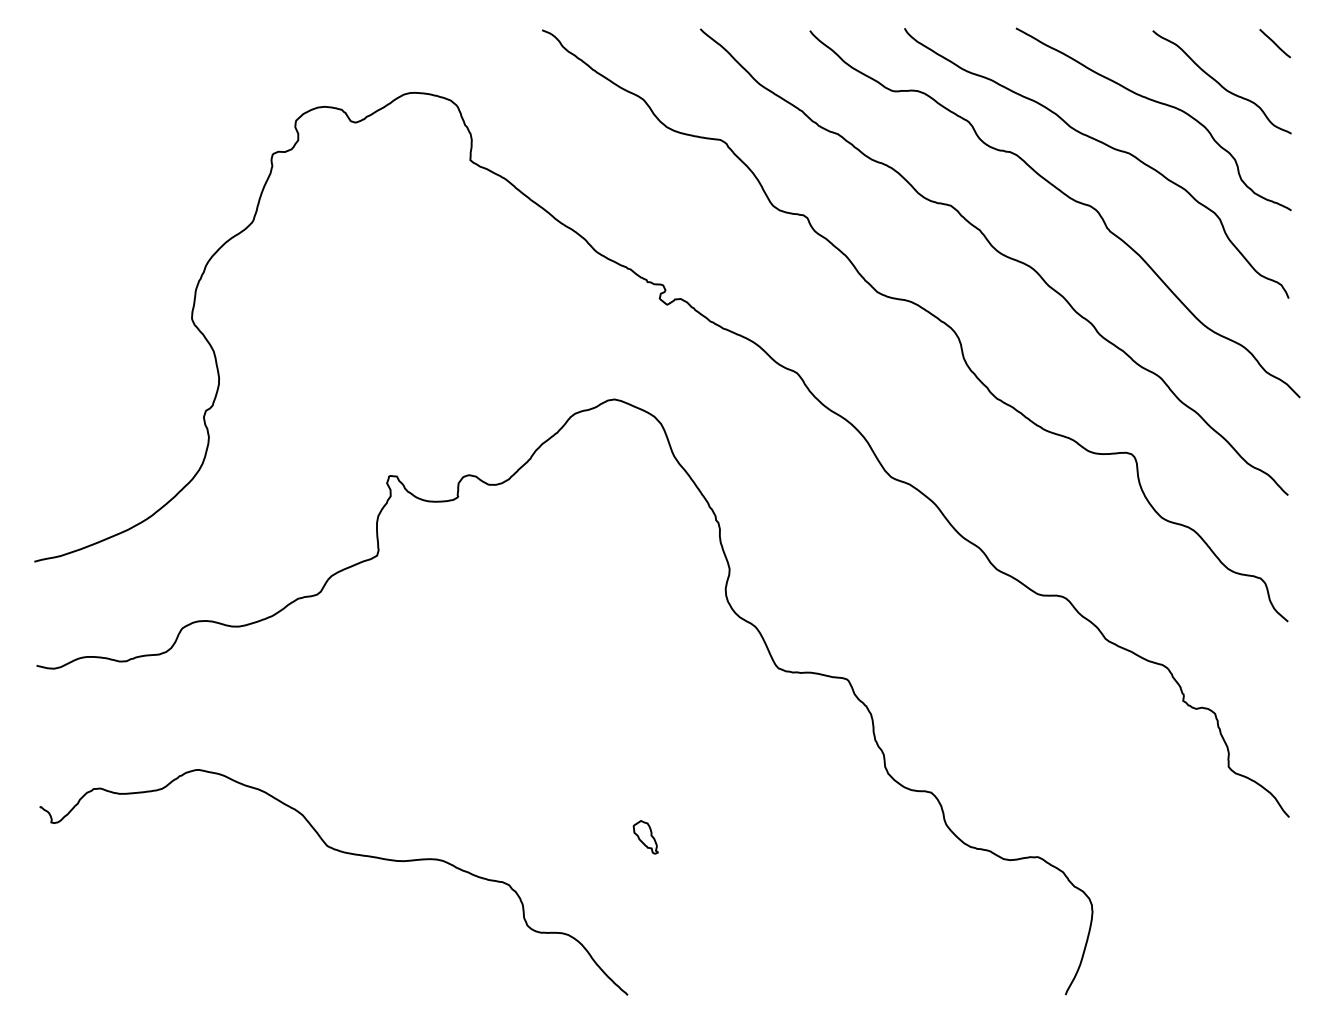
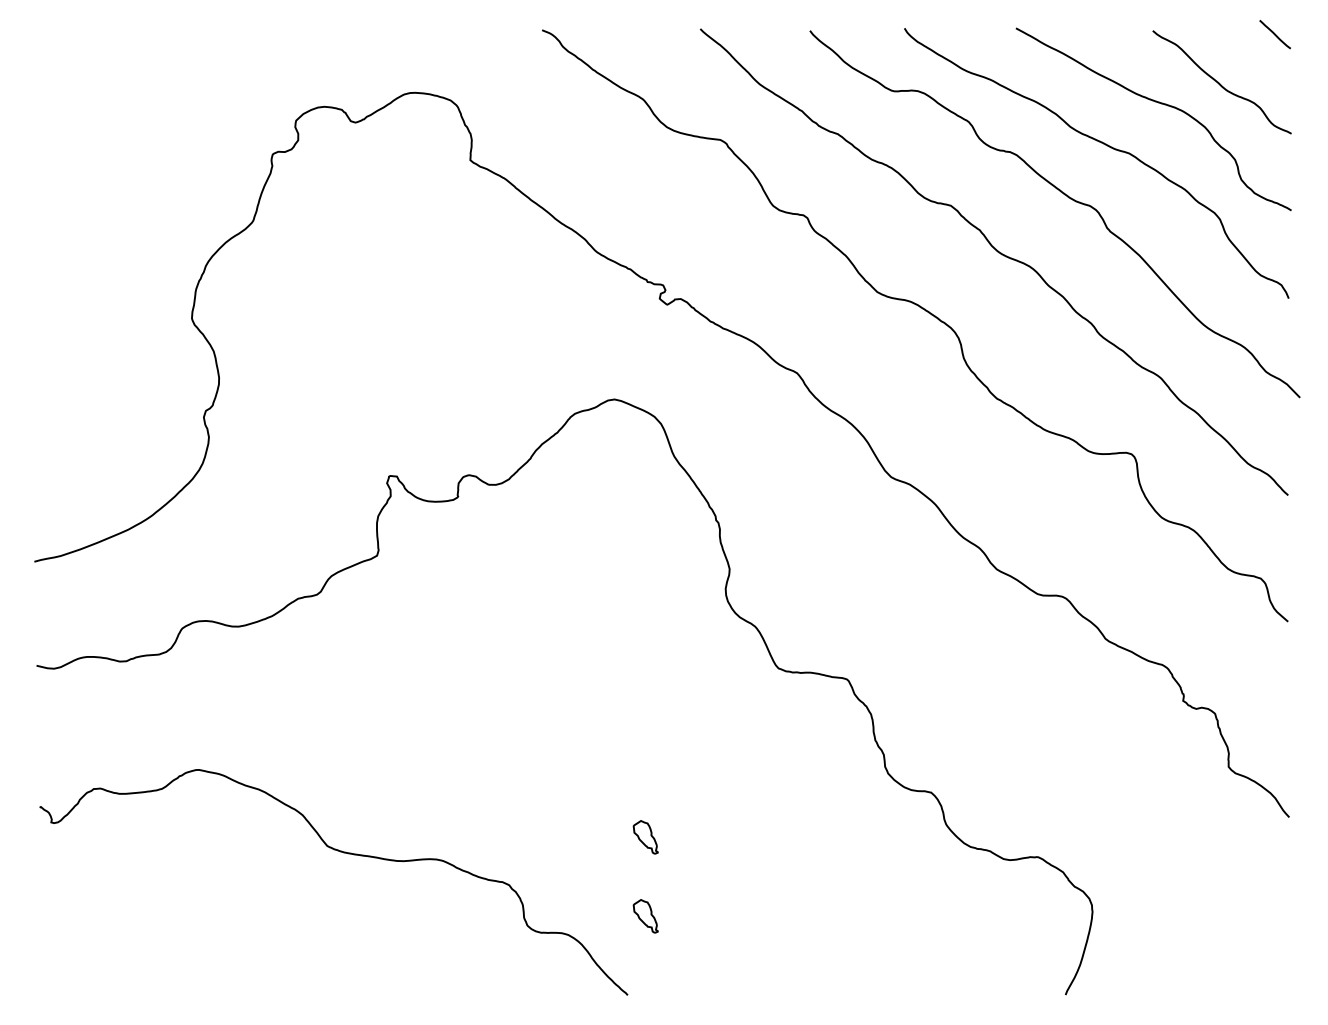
line at (1274, 43) position: (1274, 43) -> (1274, 34)
part at (645, 916): none -> present
